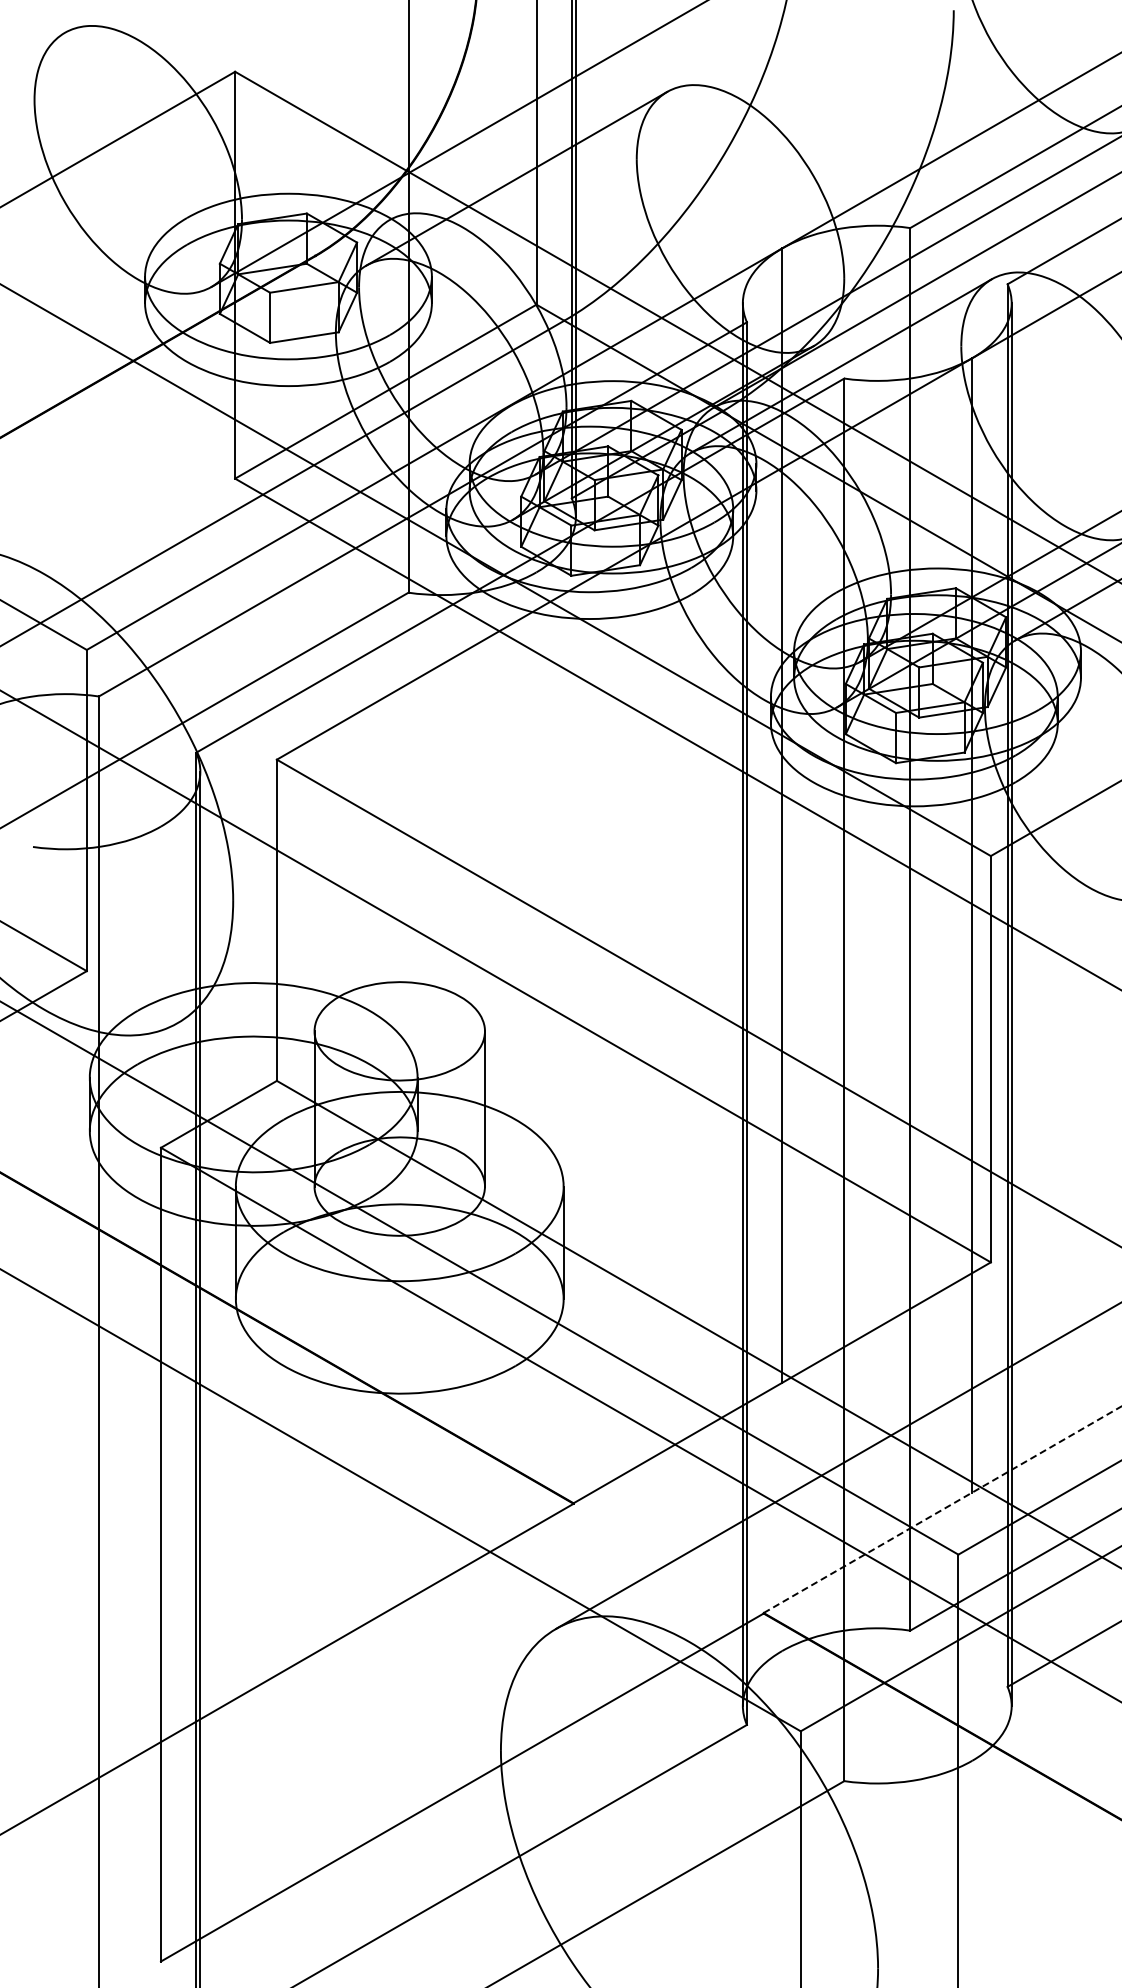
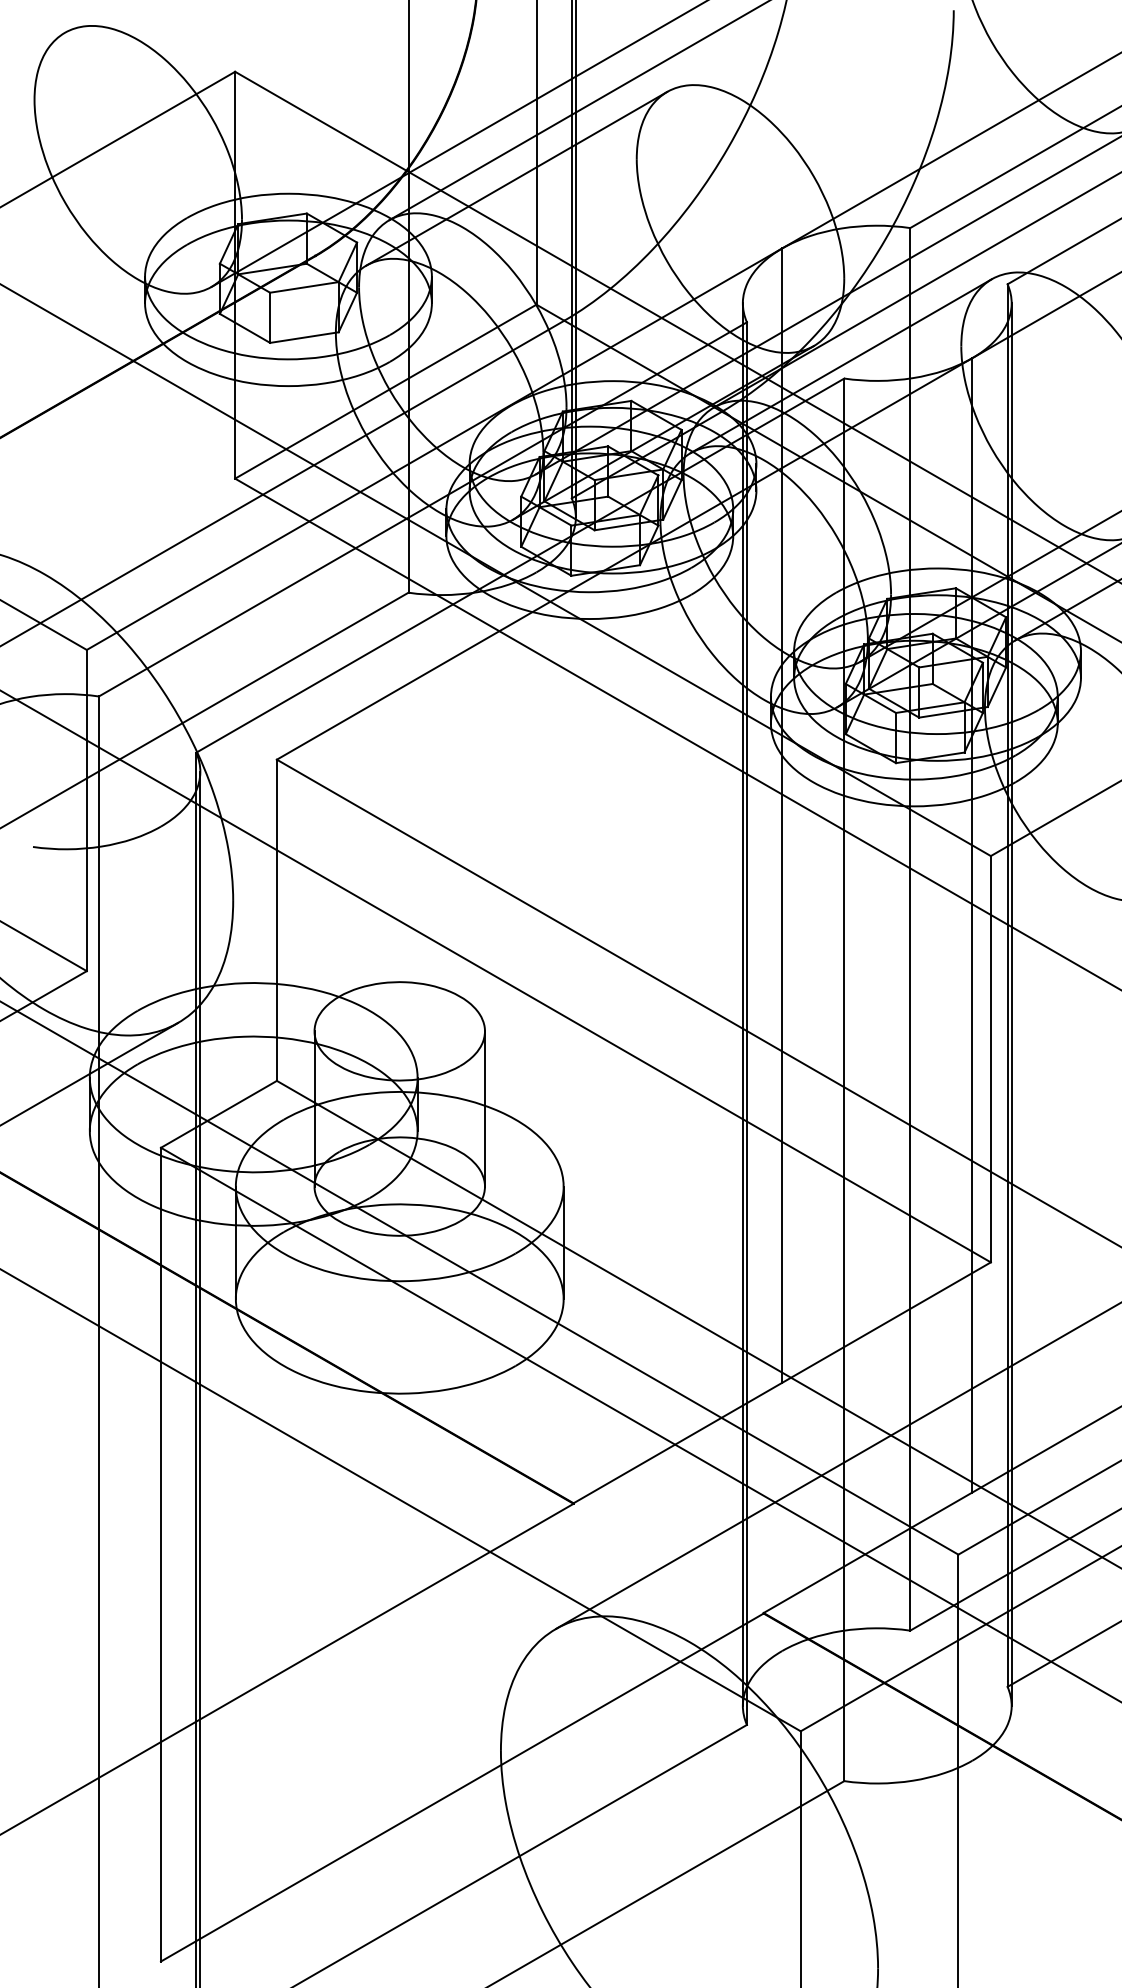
line at (578, 111): none -> present
line at (89, 1073): none -> present
line at (942, 1509): dashed -> solid
